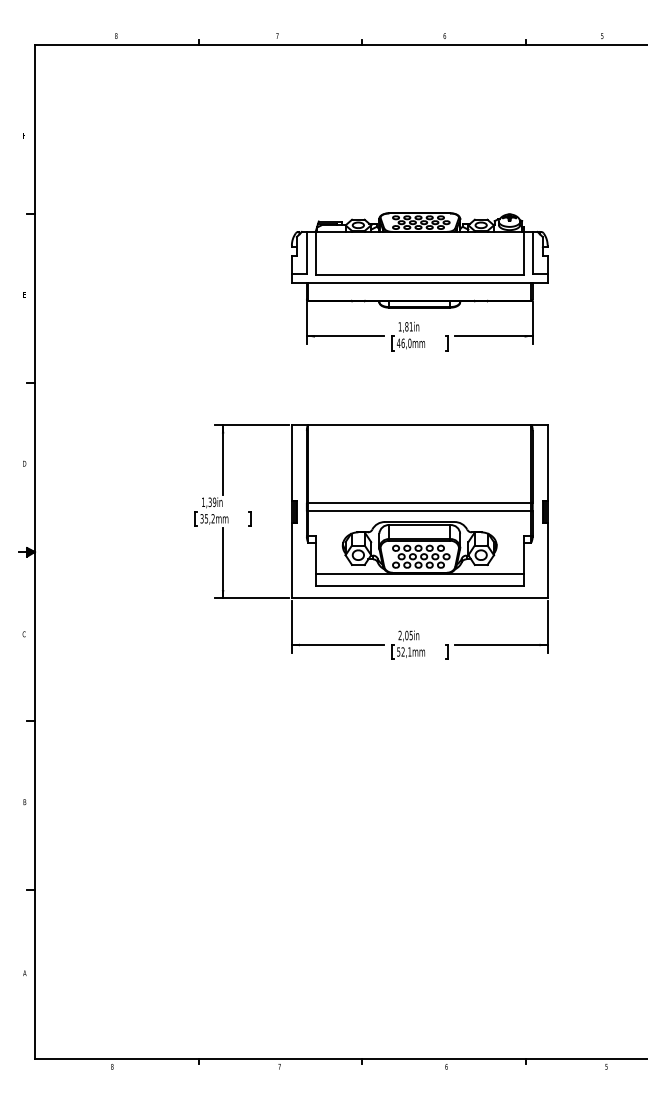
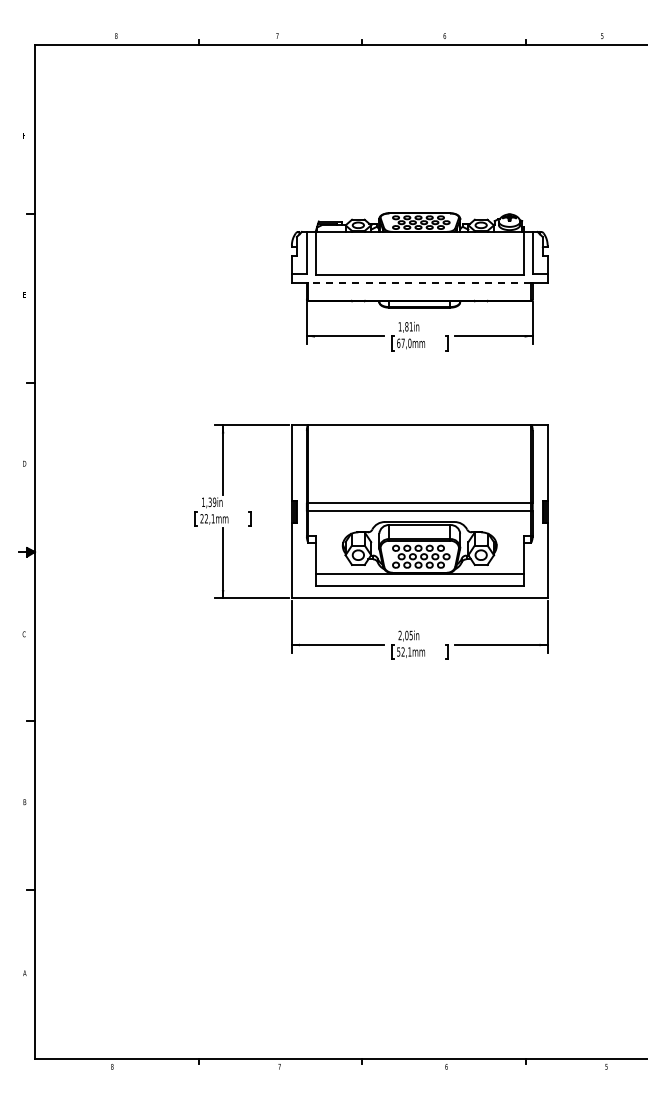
line at (419, 283): solid -> dashed
text at (400, 343): 46,0mm -> 67,0mm
text at (207, 518): 35,2mm -> 22,1mm
